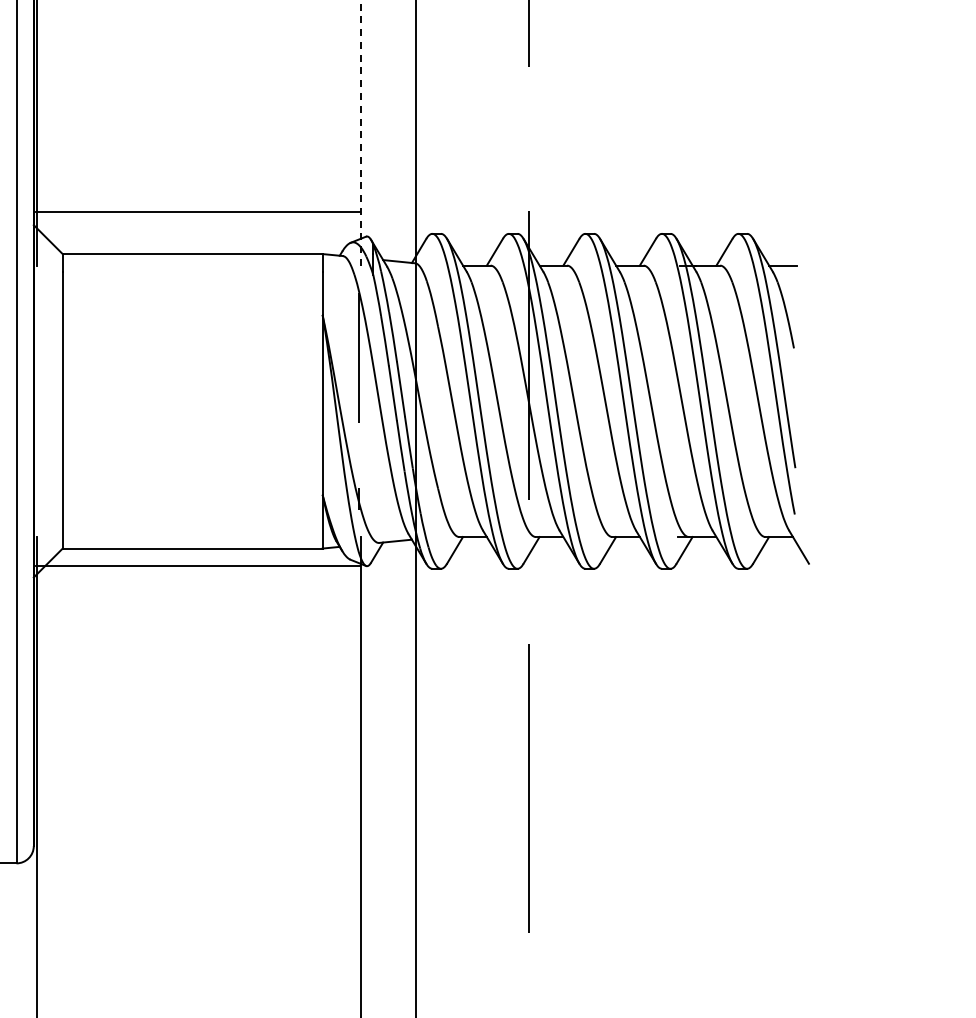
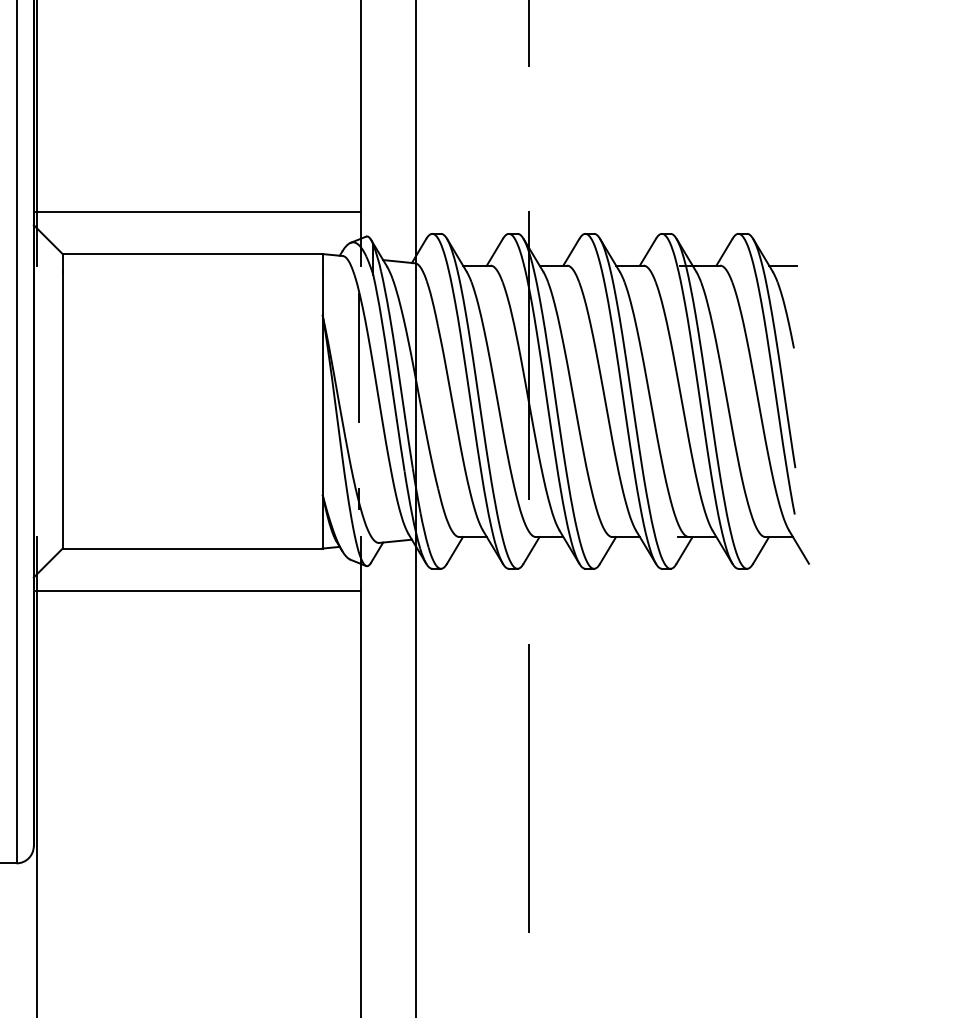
line at (361, 133): dashed -> solid
line at (197, 565) position: (197, 565) -> (197, 590)
